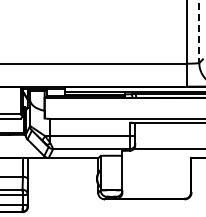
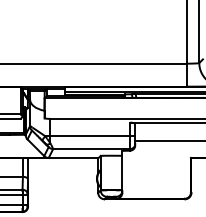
line at (199, 32): dashed -> solid
line at (168, 148) position: (168, 148) -> (168, 140)
